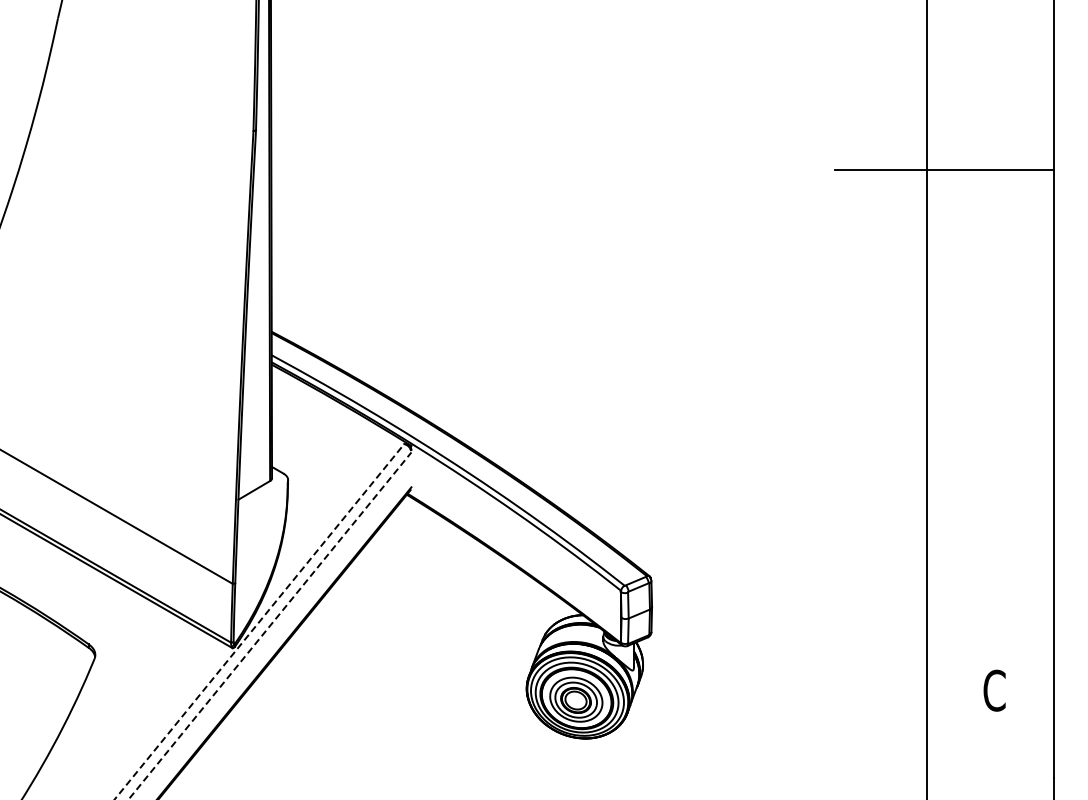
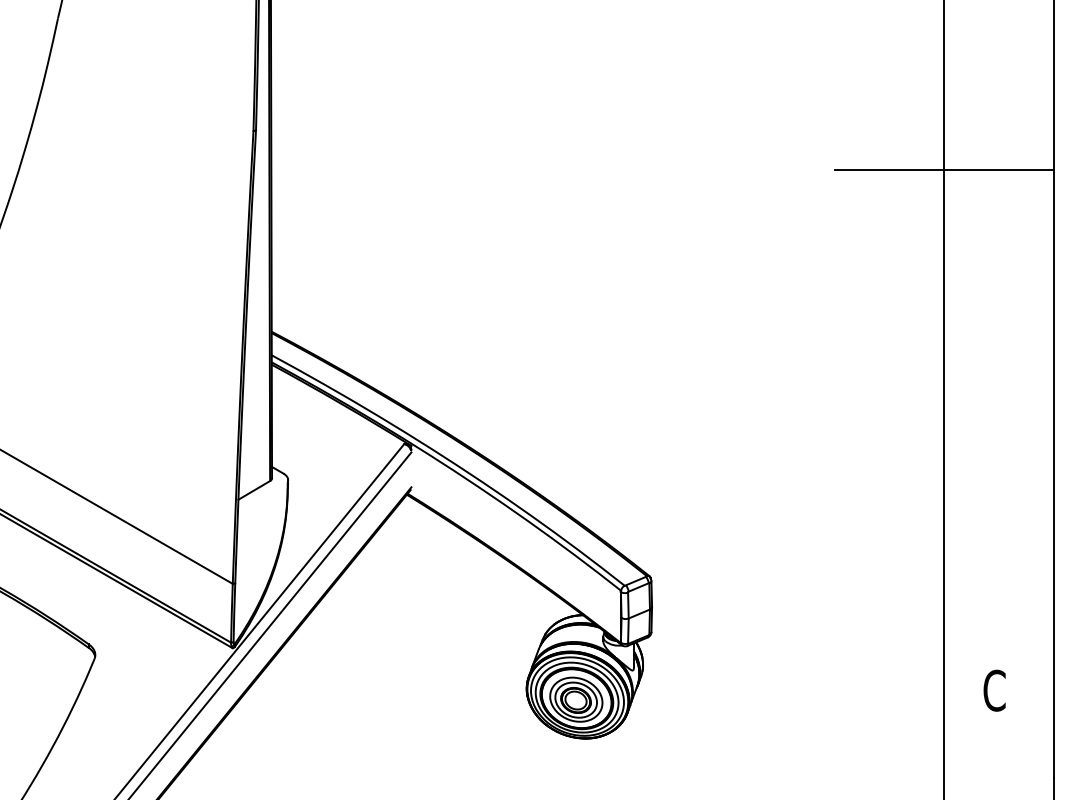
line at (927, 399) position: (927, 399) -> (944, 399)
line at (259, 621): dashed -> solid
line at (270, 625): dashed -> solid
